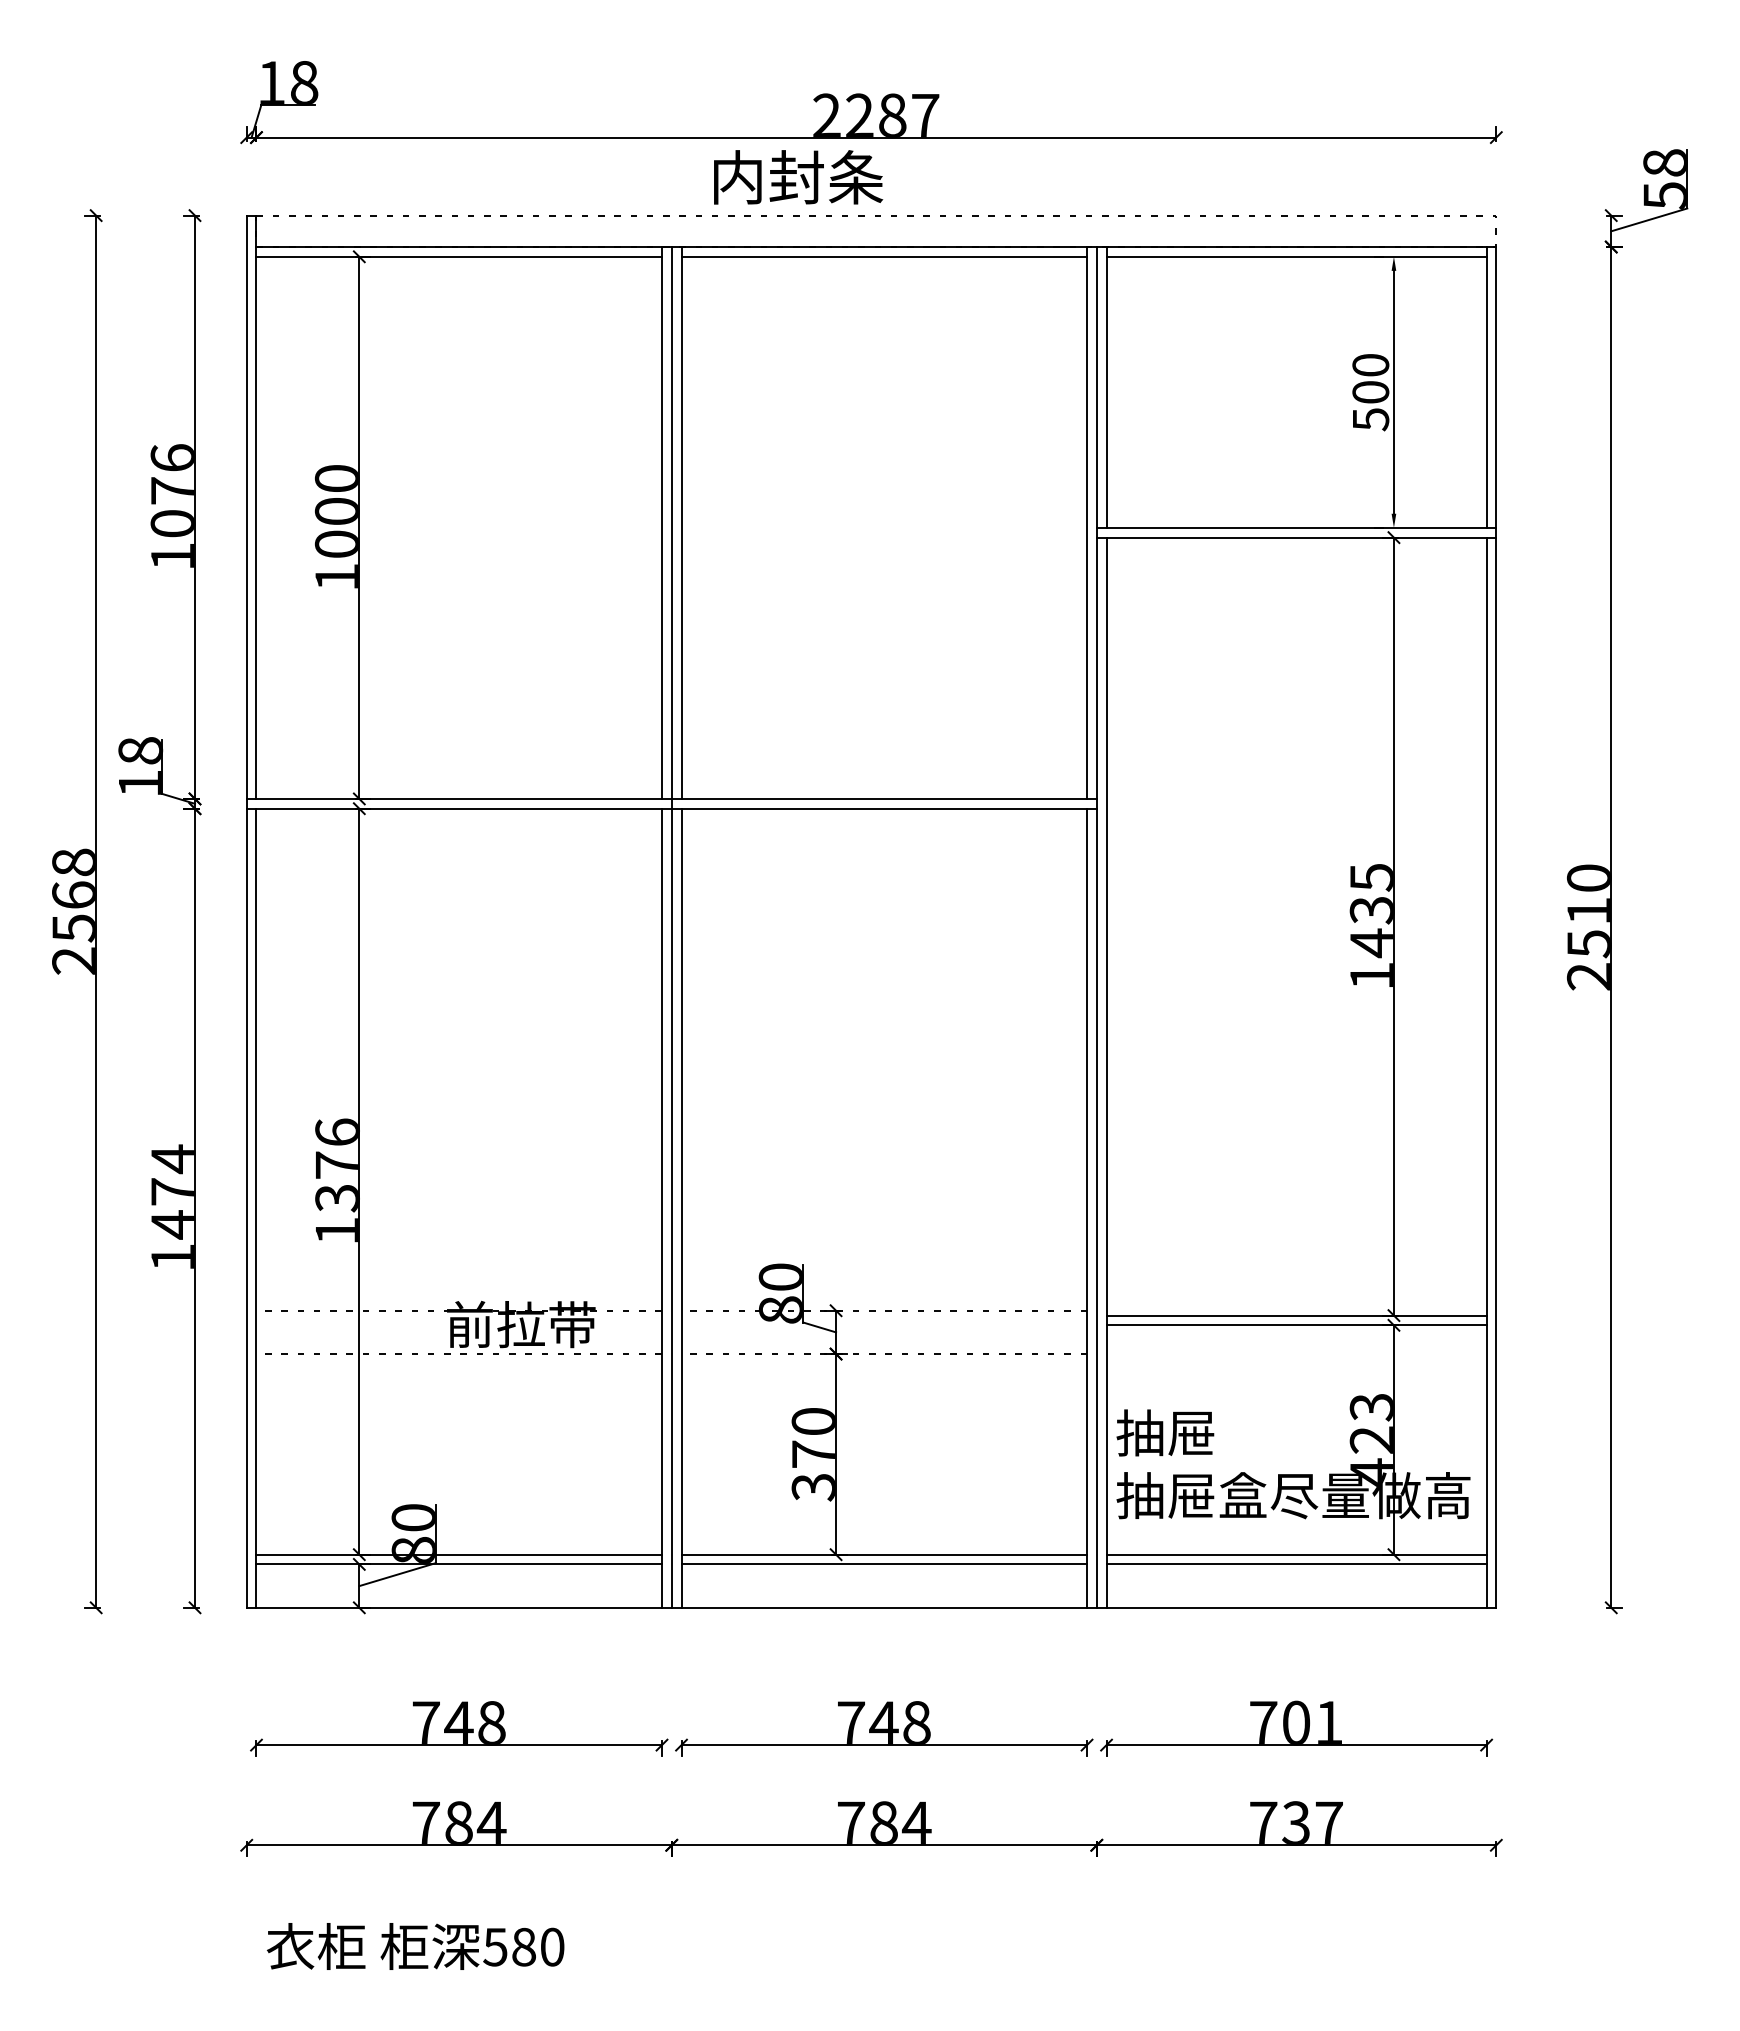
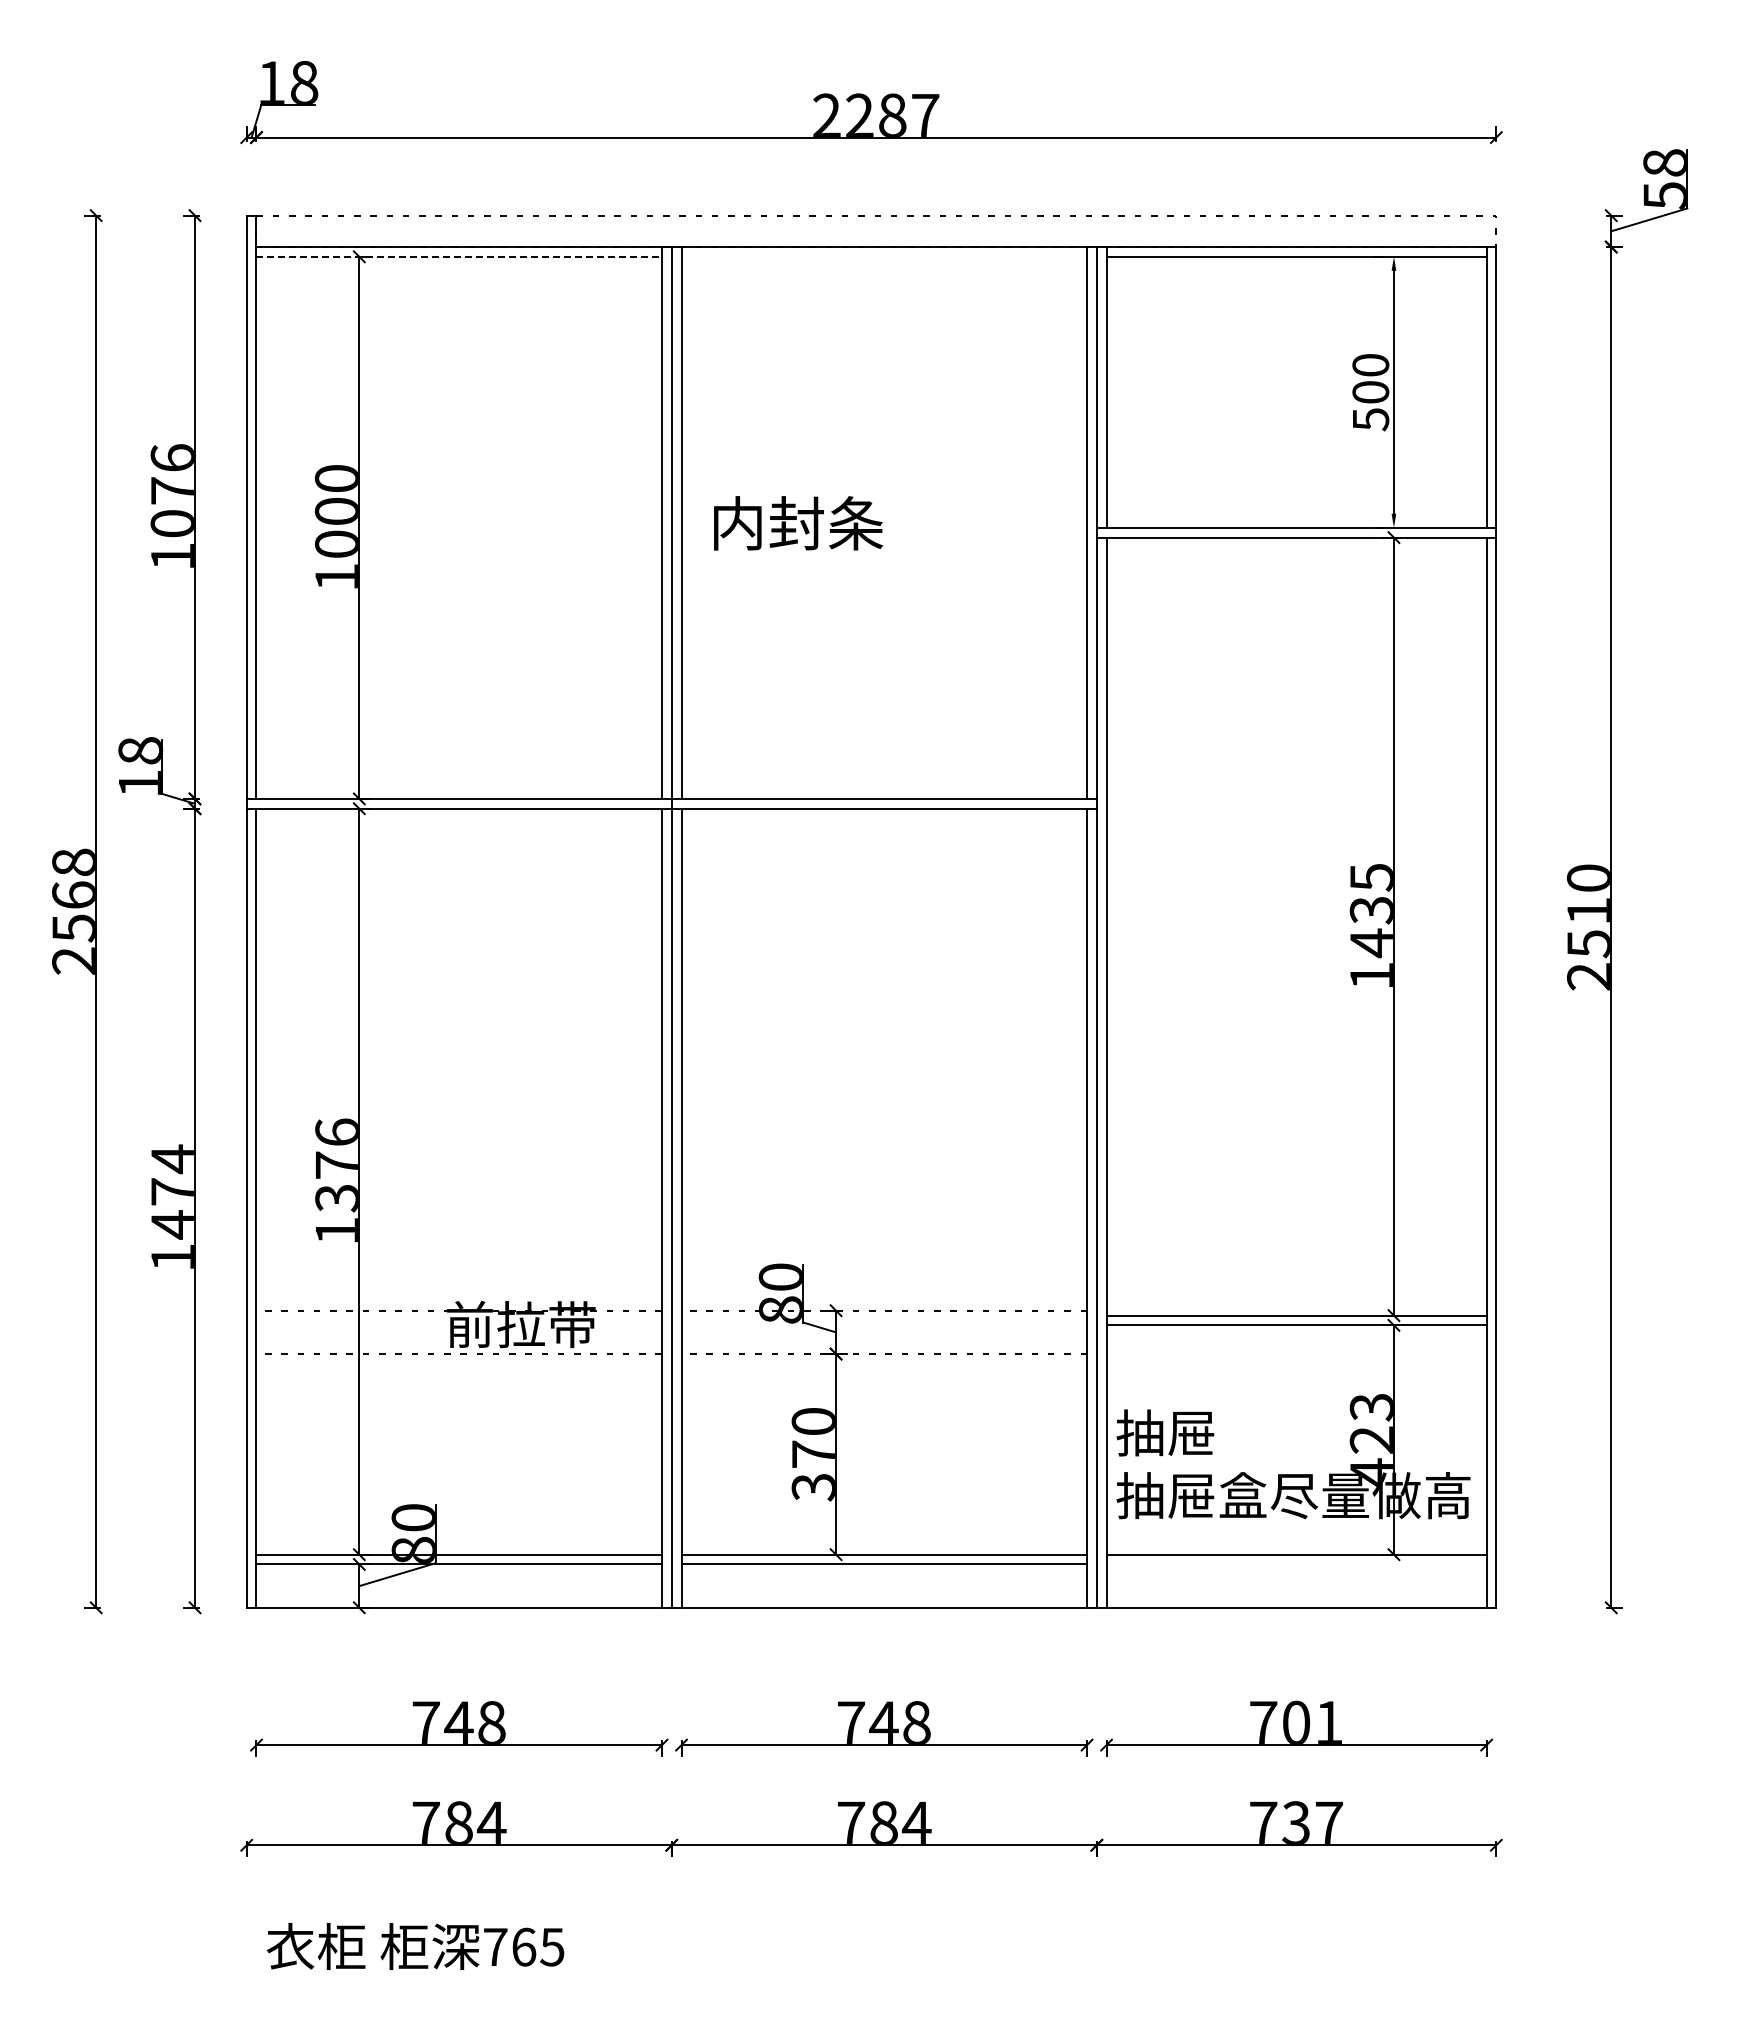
text at (798, 177) position: (798, 177) -> (798, 523)
line at (459, 256): solid -> dashed
line at (884, 256): present -> none
line at (1296, 1564): present -> none
text at (523, 1946): 580 -> 765
